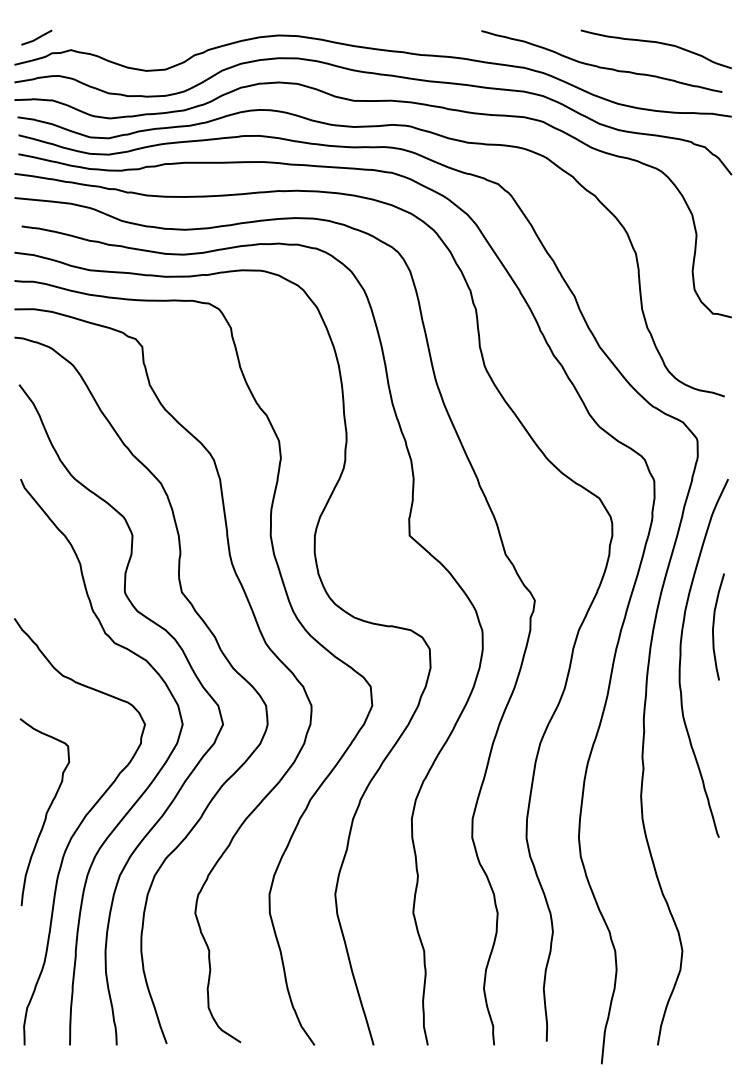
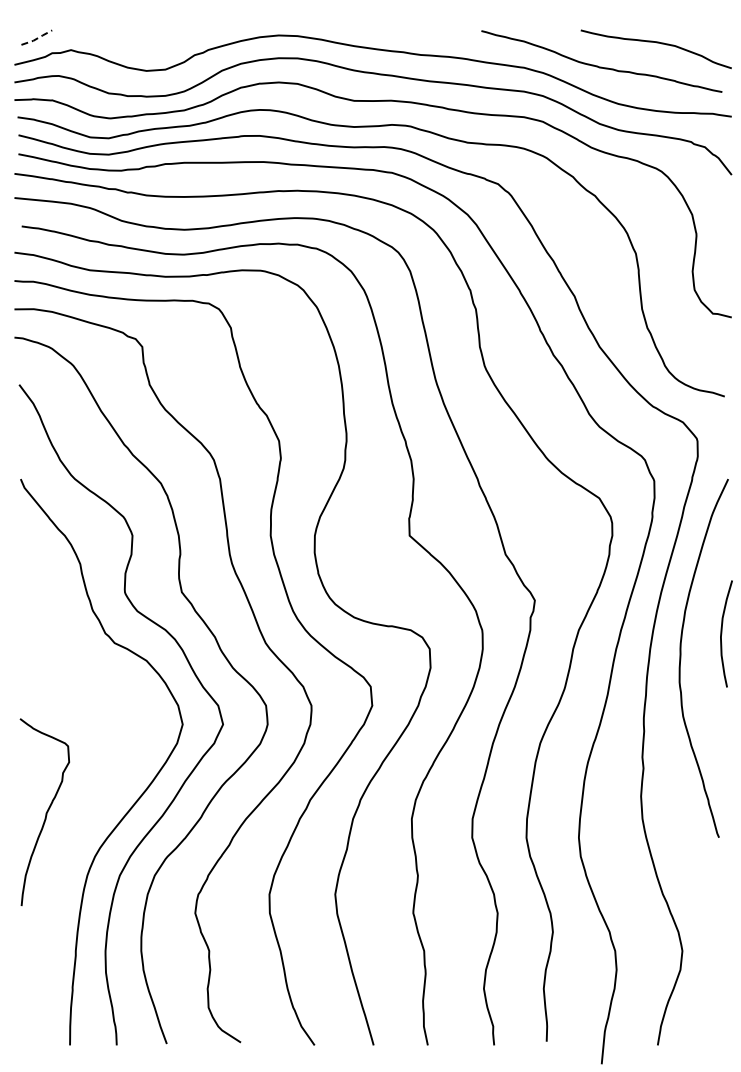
line at (37, 38): solid -> dashed
curve at (714, 626) position: (714, 626) -> (722, 633)
curve at (78, 829): present -> none
